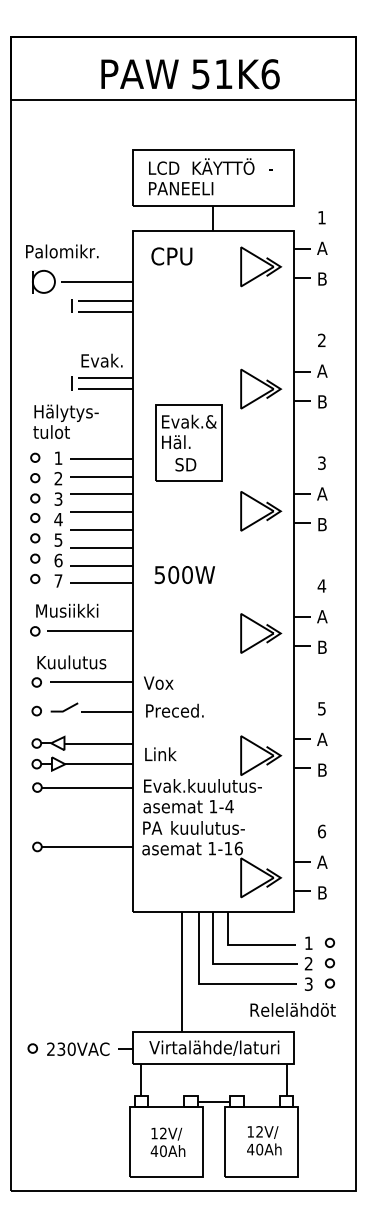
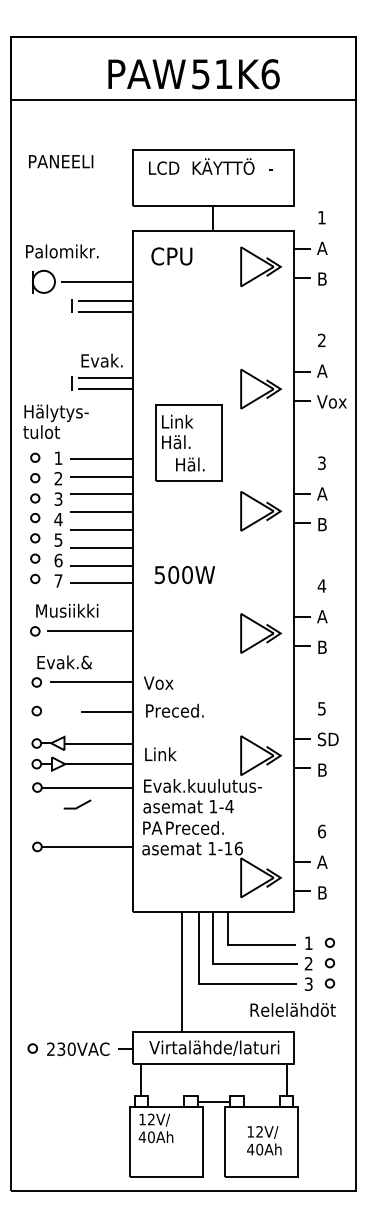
text at (139, 73) position: (139, 73) -> (146, 73)
text at (181, 188) position: (181, 188) -> (61, 161)
text at (331, 401): B -> Vox
text at (65, 421) position: (65, 421) -> (55, 421)
text at (189, 421): Evak.& -> Link
text at (189, 464): SD -> Häl.
text at (72, 662): Kuulutus -> Evak.&
curve at (64, 709) position: (64, 709) -> (77, 806)
text at (327, 739): A -> SD
text at (205, 827): kuulutus- -> Preced.
text at (167, 1142) position: (167, 1142) -> (155, 1128)
